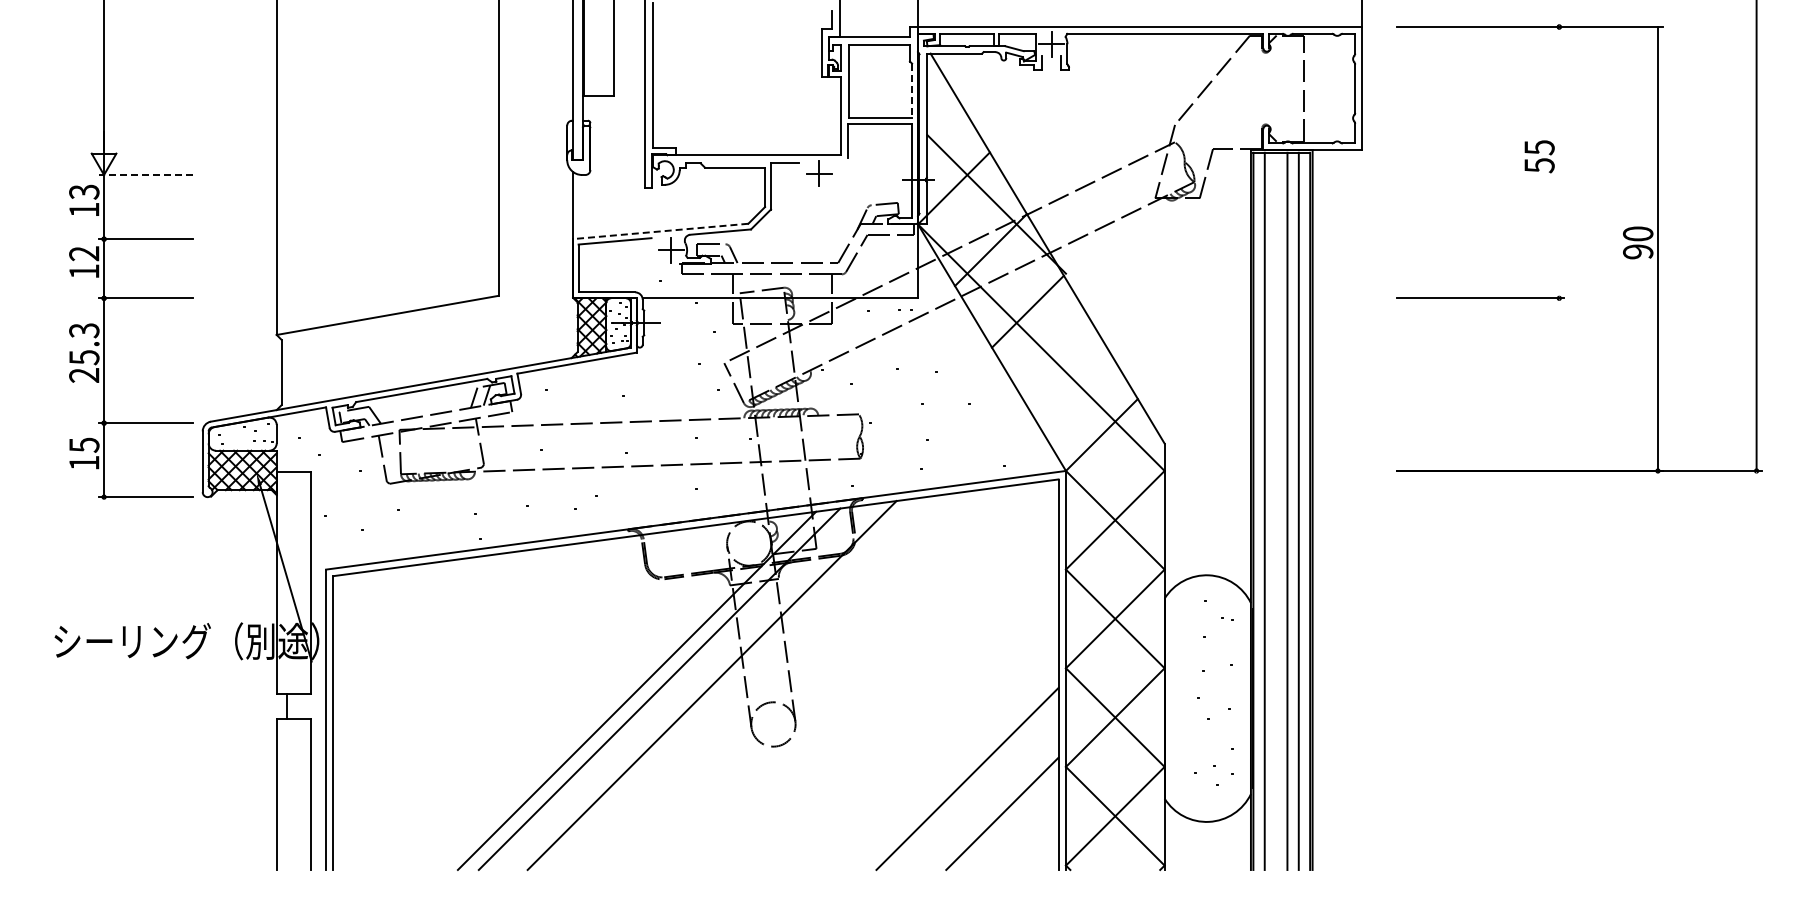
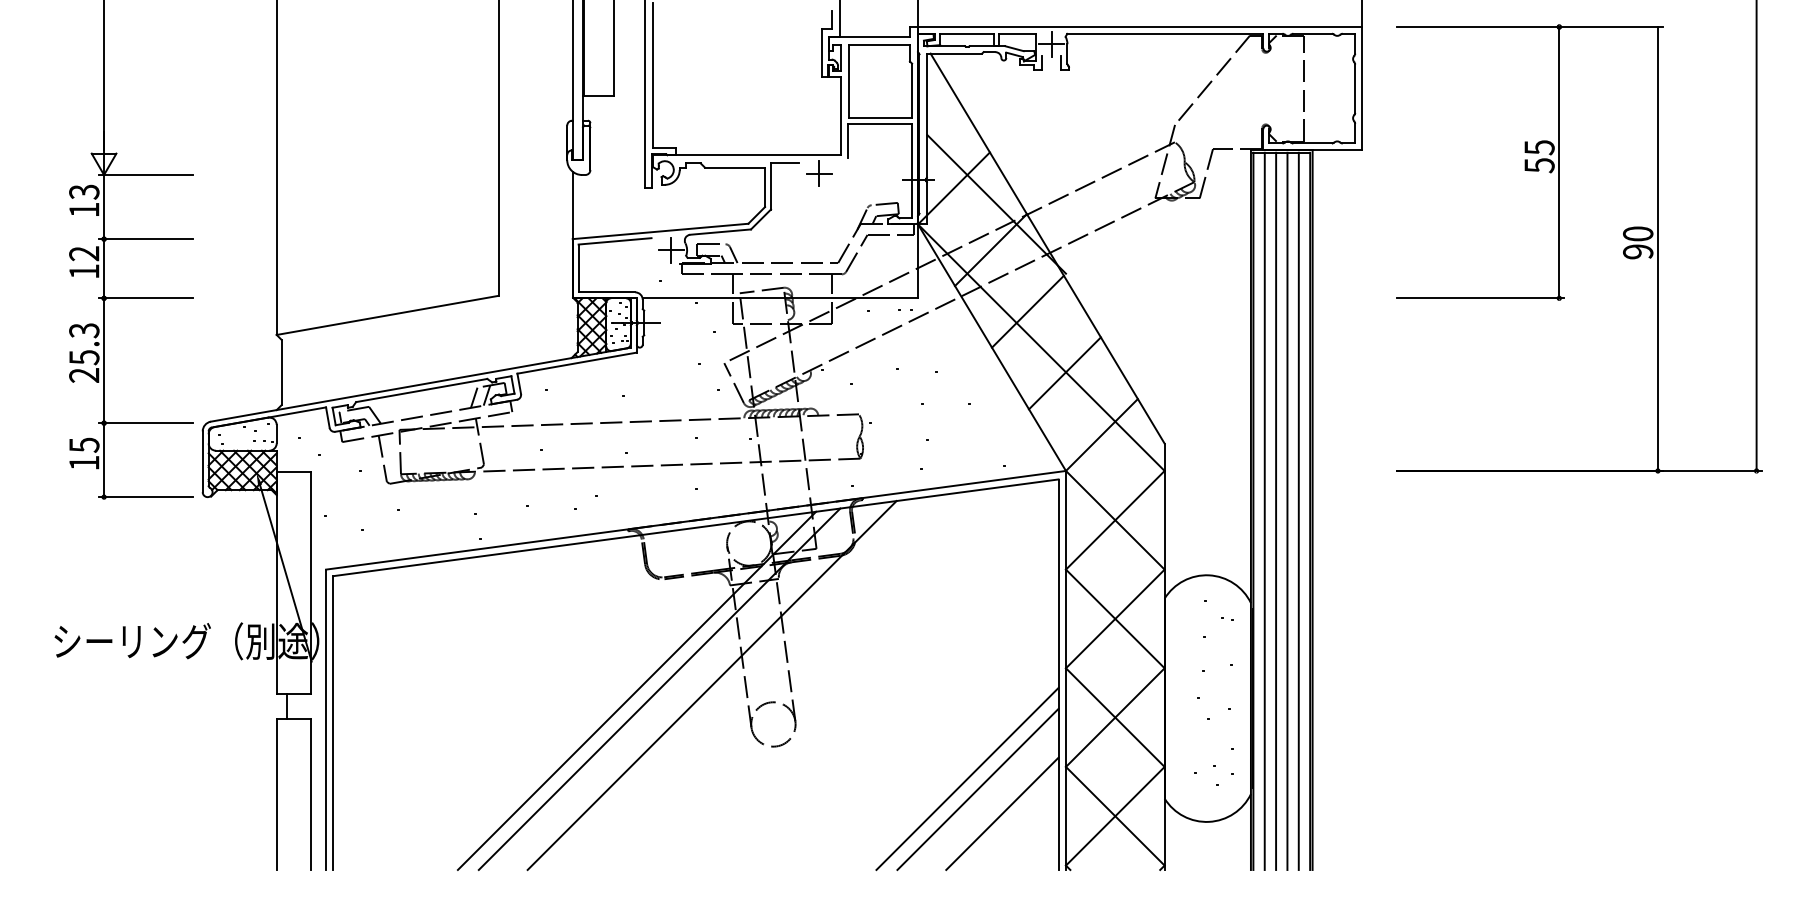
line at (912, 91): dashed -> solid
line at (1559, 162): none -> present
line at (146, 174): dashed -> solid
line at (660, 231): dashed -> solid
line at (1064, 373): none -> present
line at (1276, 510): none -> present
line at (977, 788): none -> present
